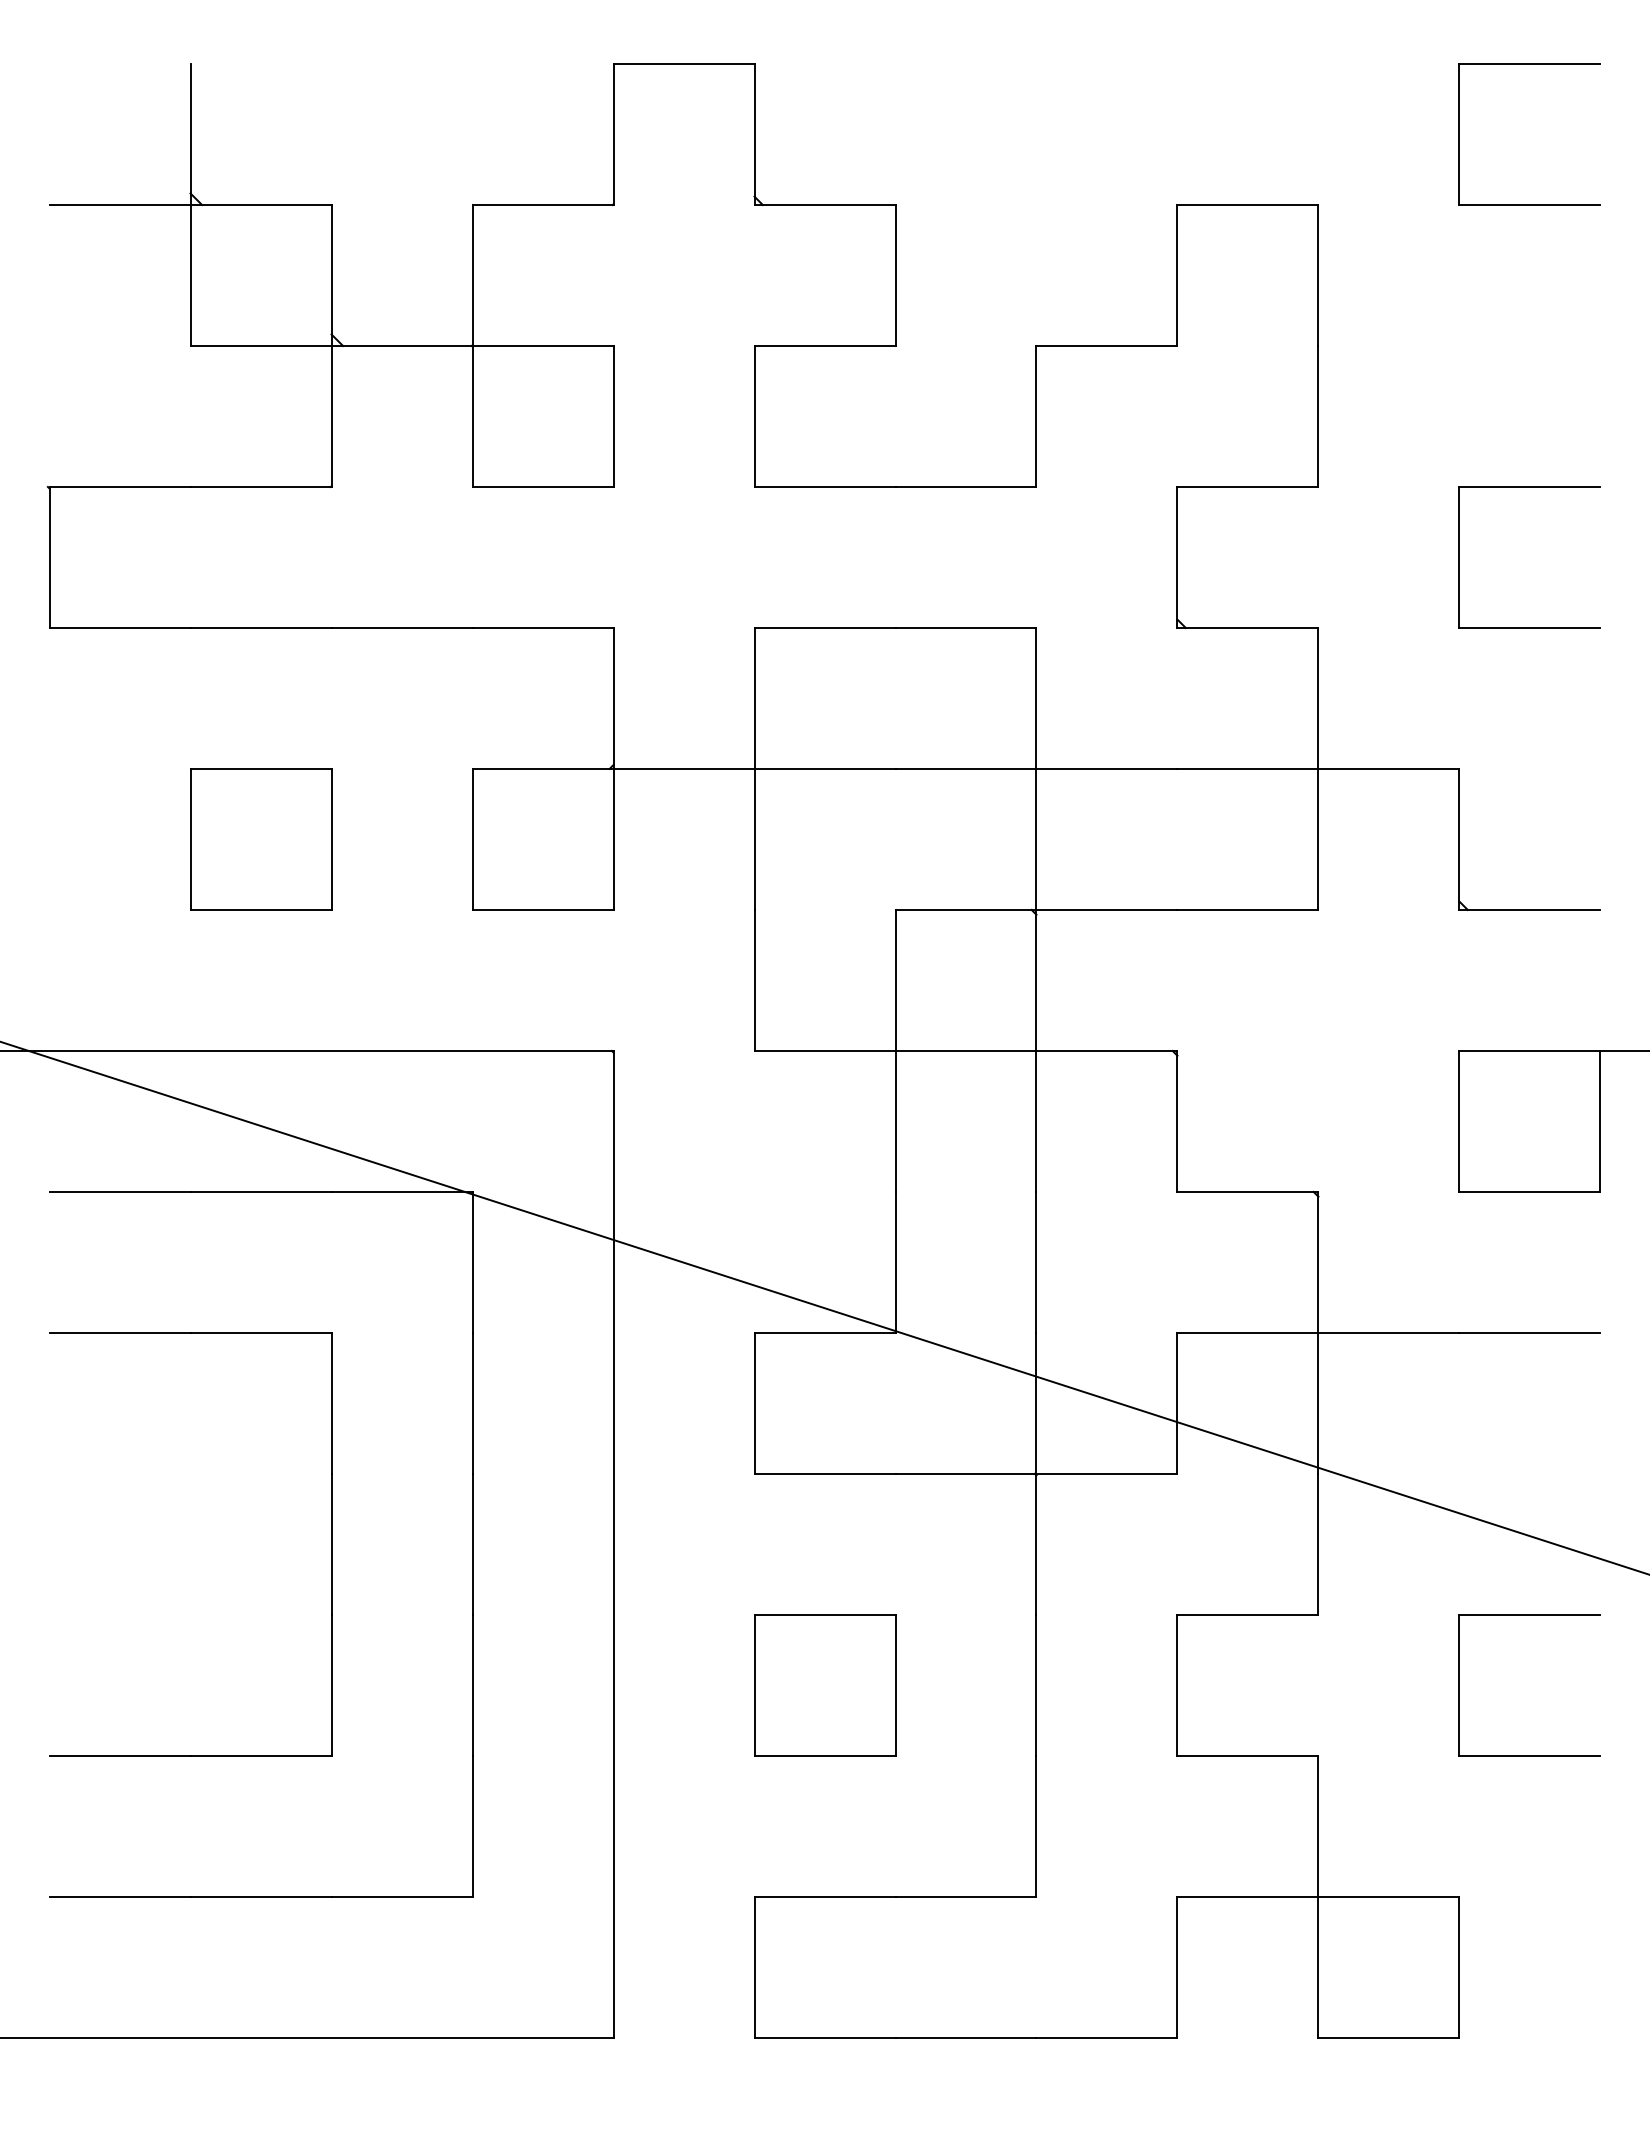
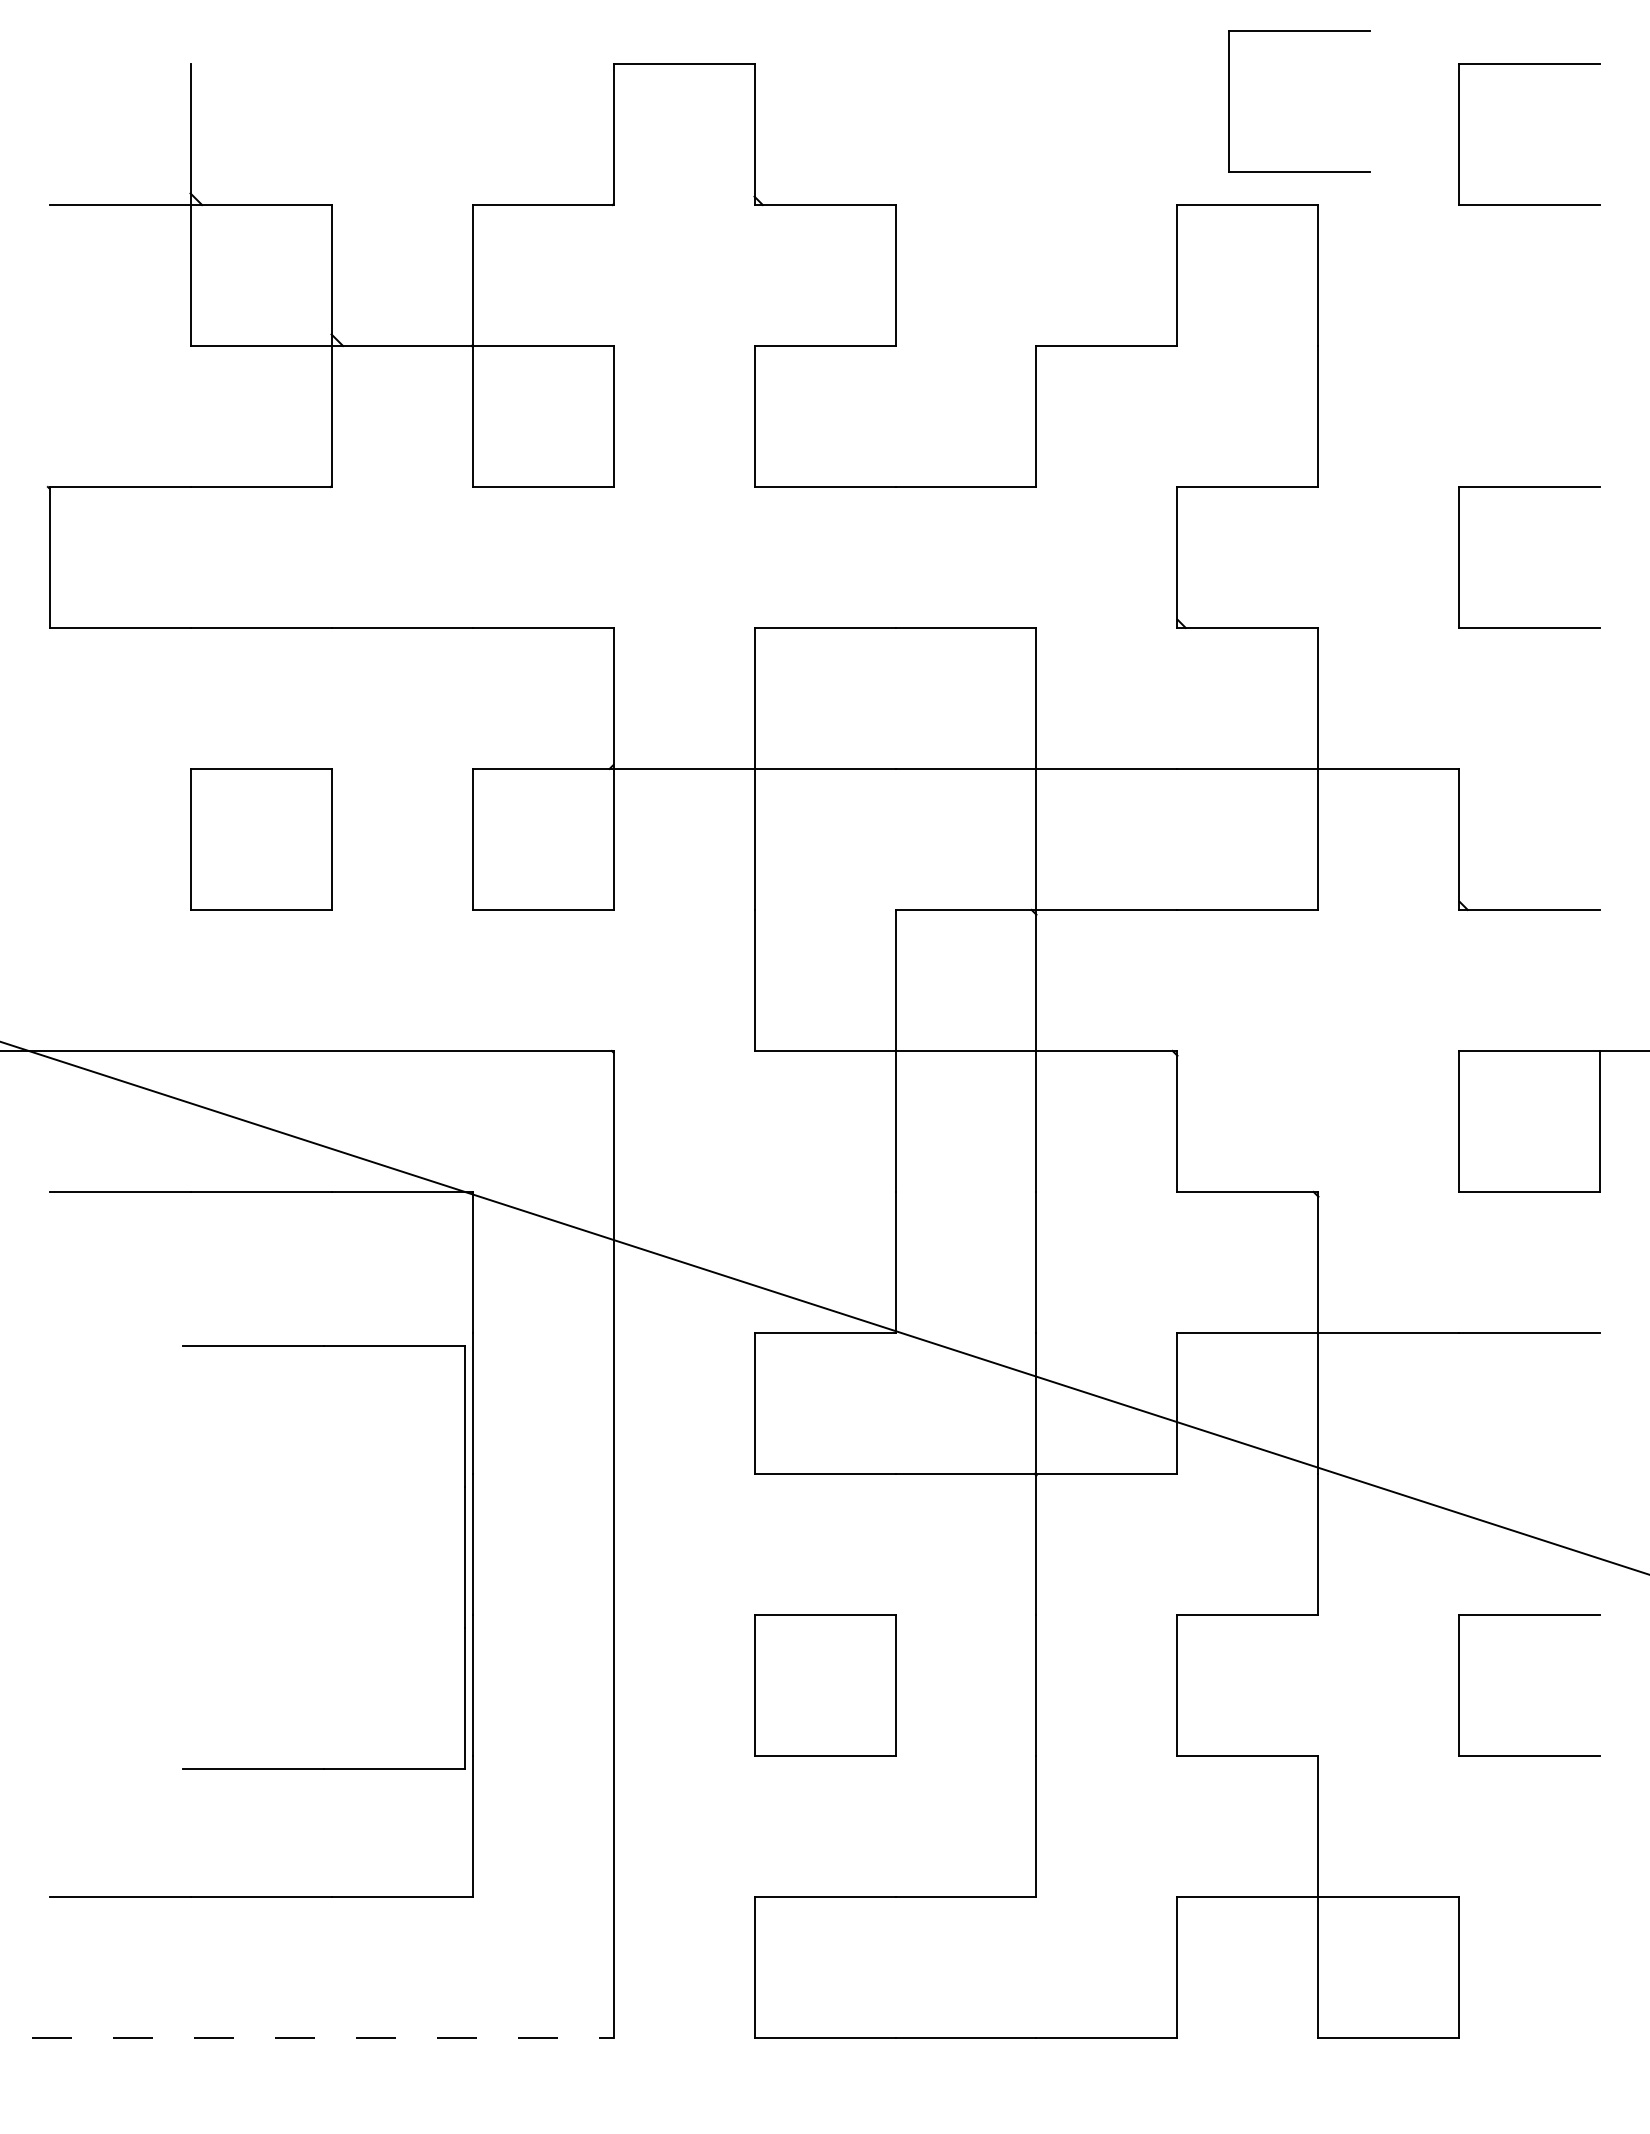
part at (1299, 31): none -> present
part at (331, 1544) position: (331, 1544) -> (464, 1557)
line at (307, 2037): solid -> dashed
